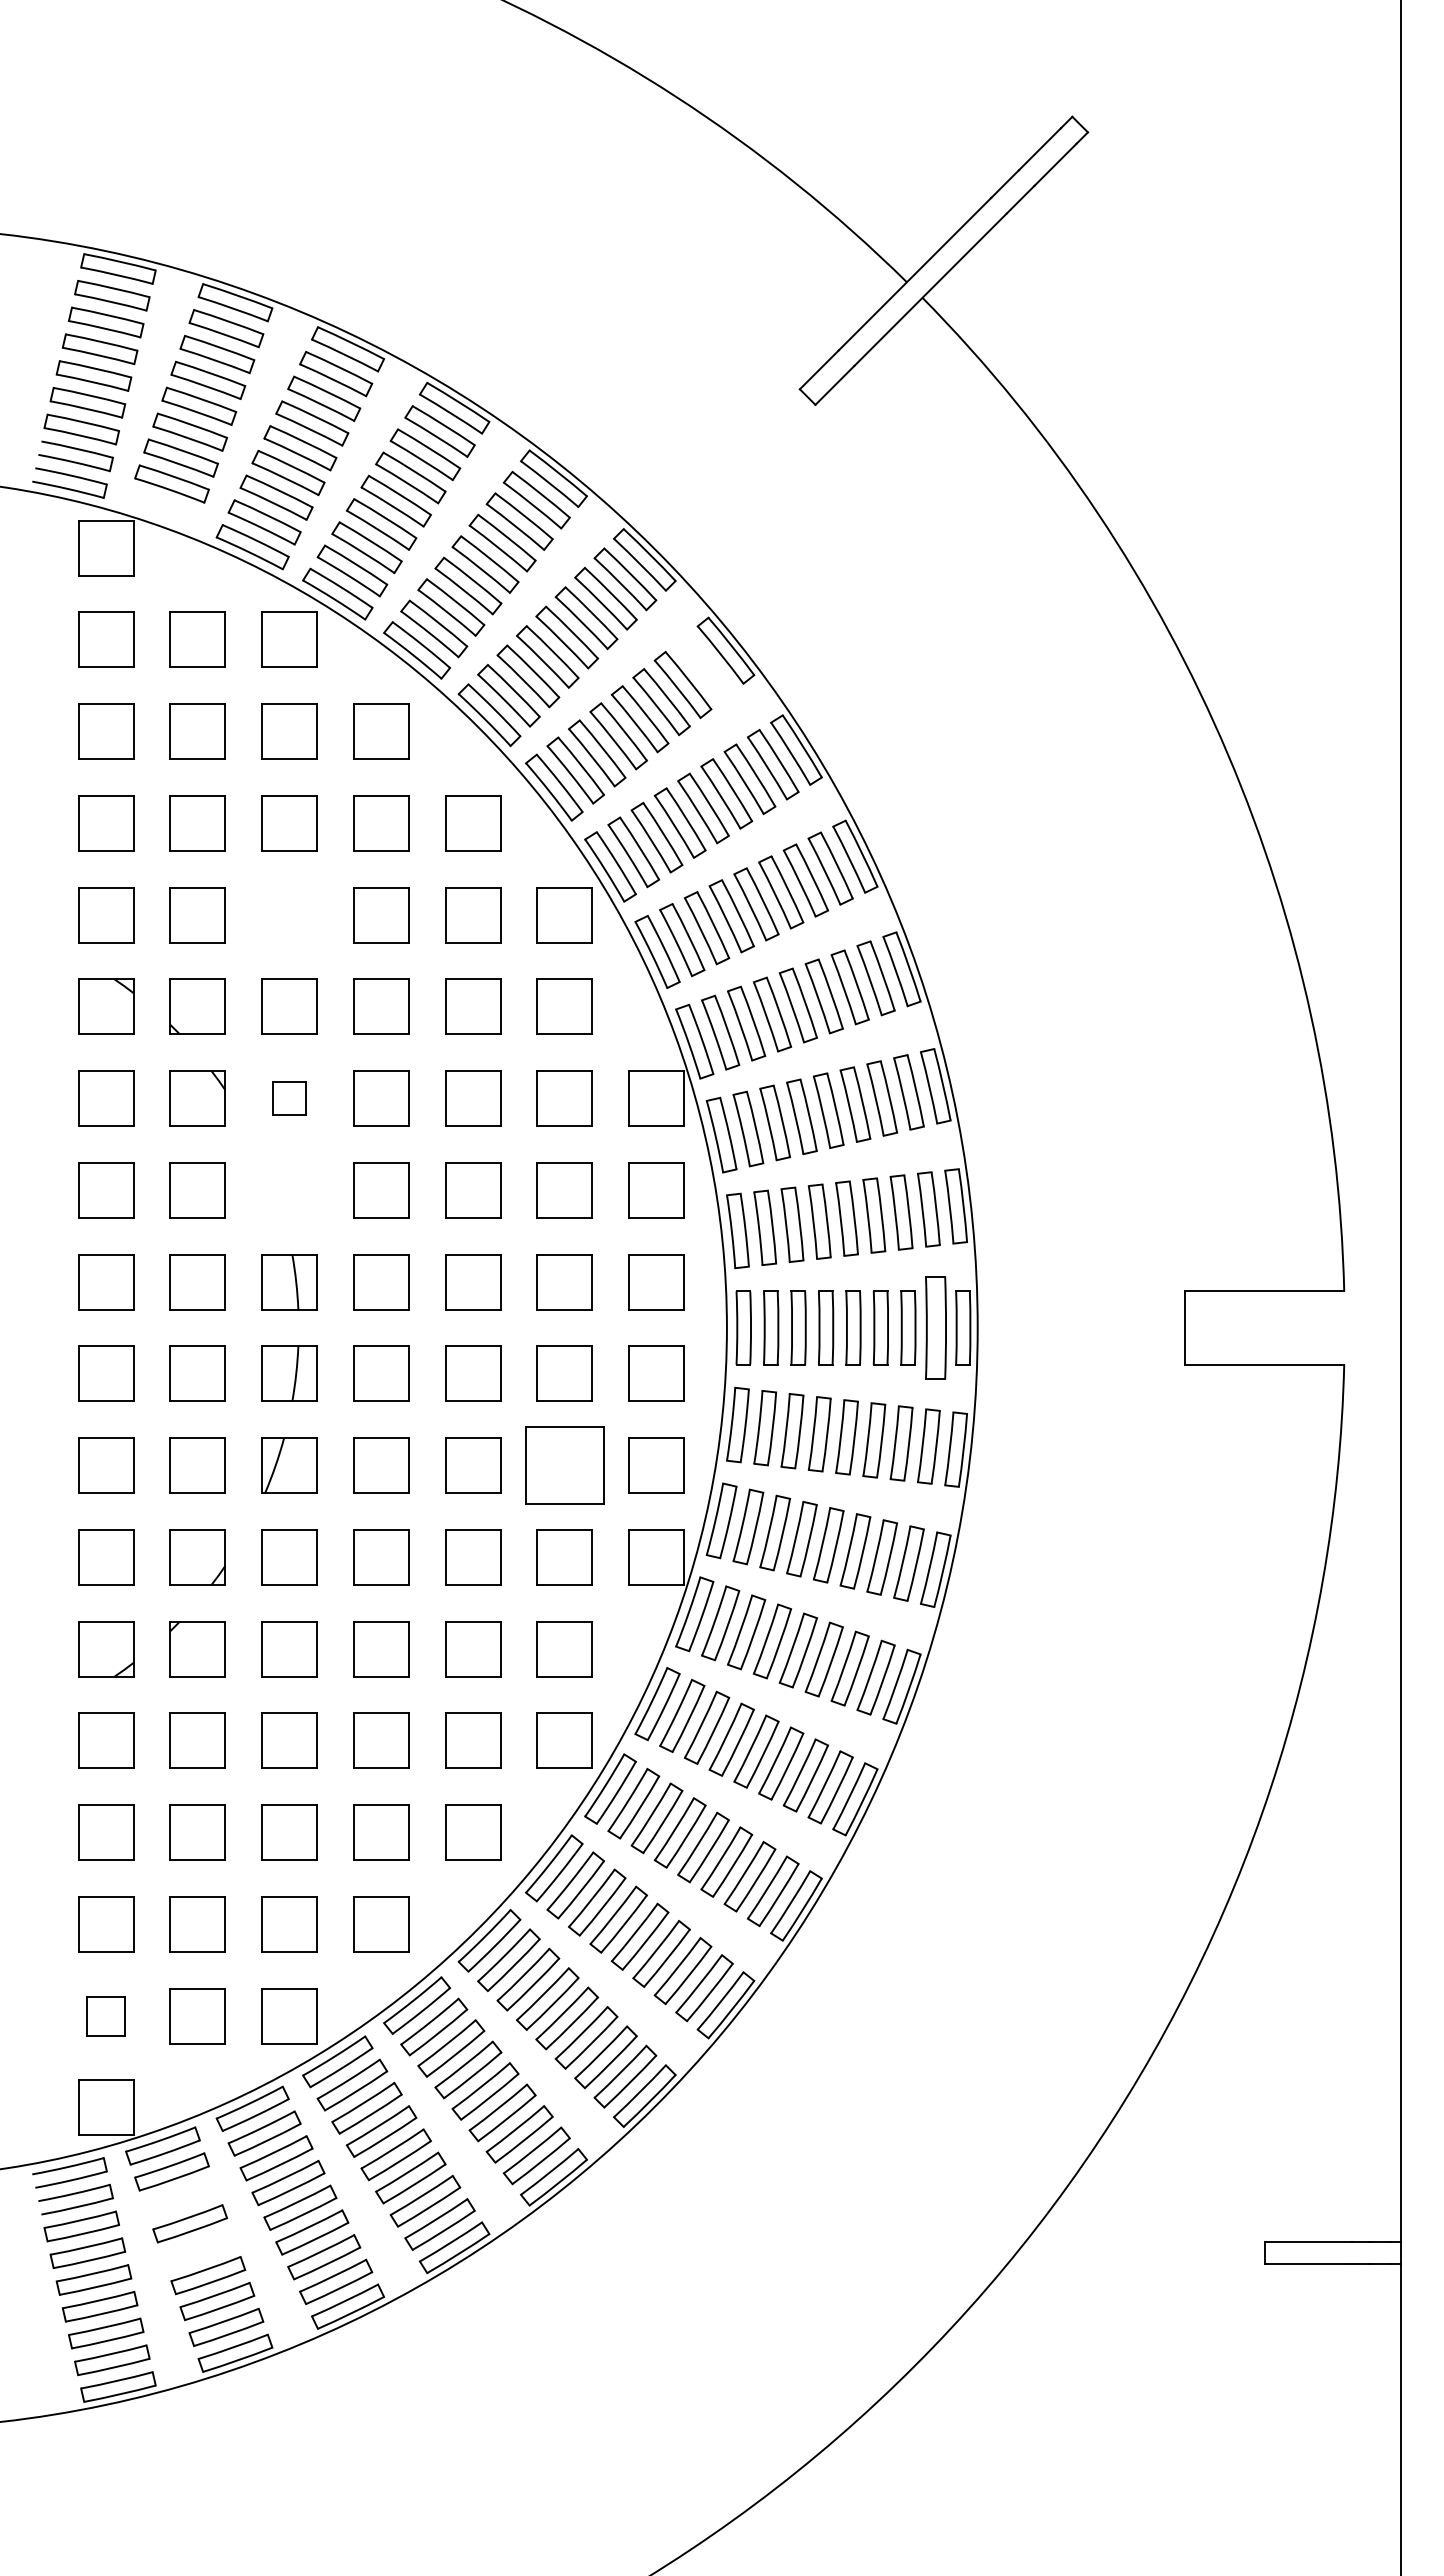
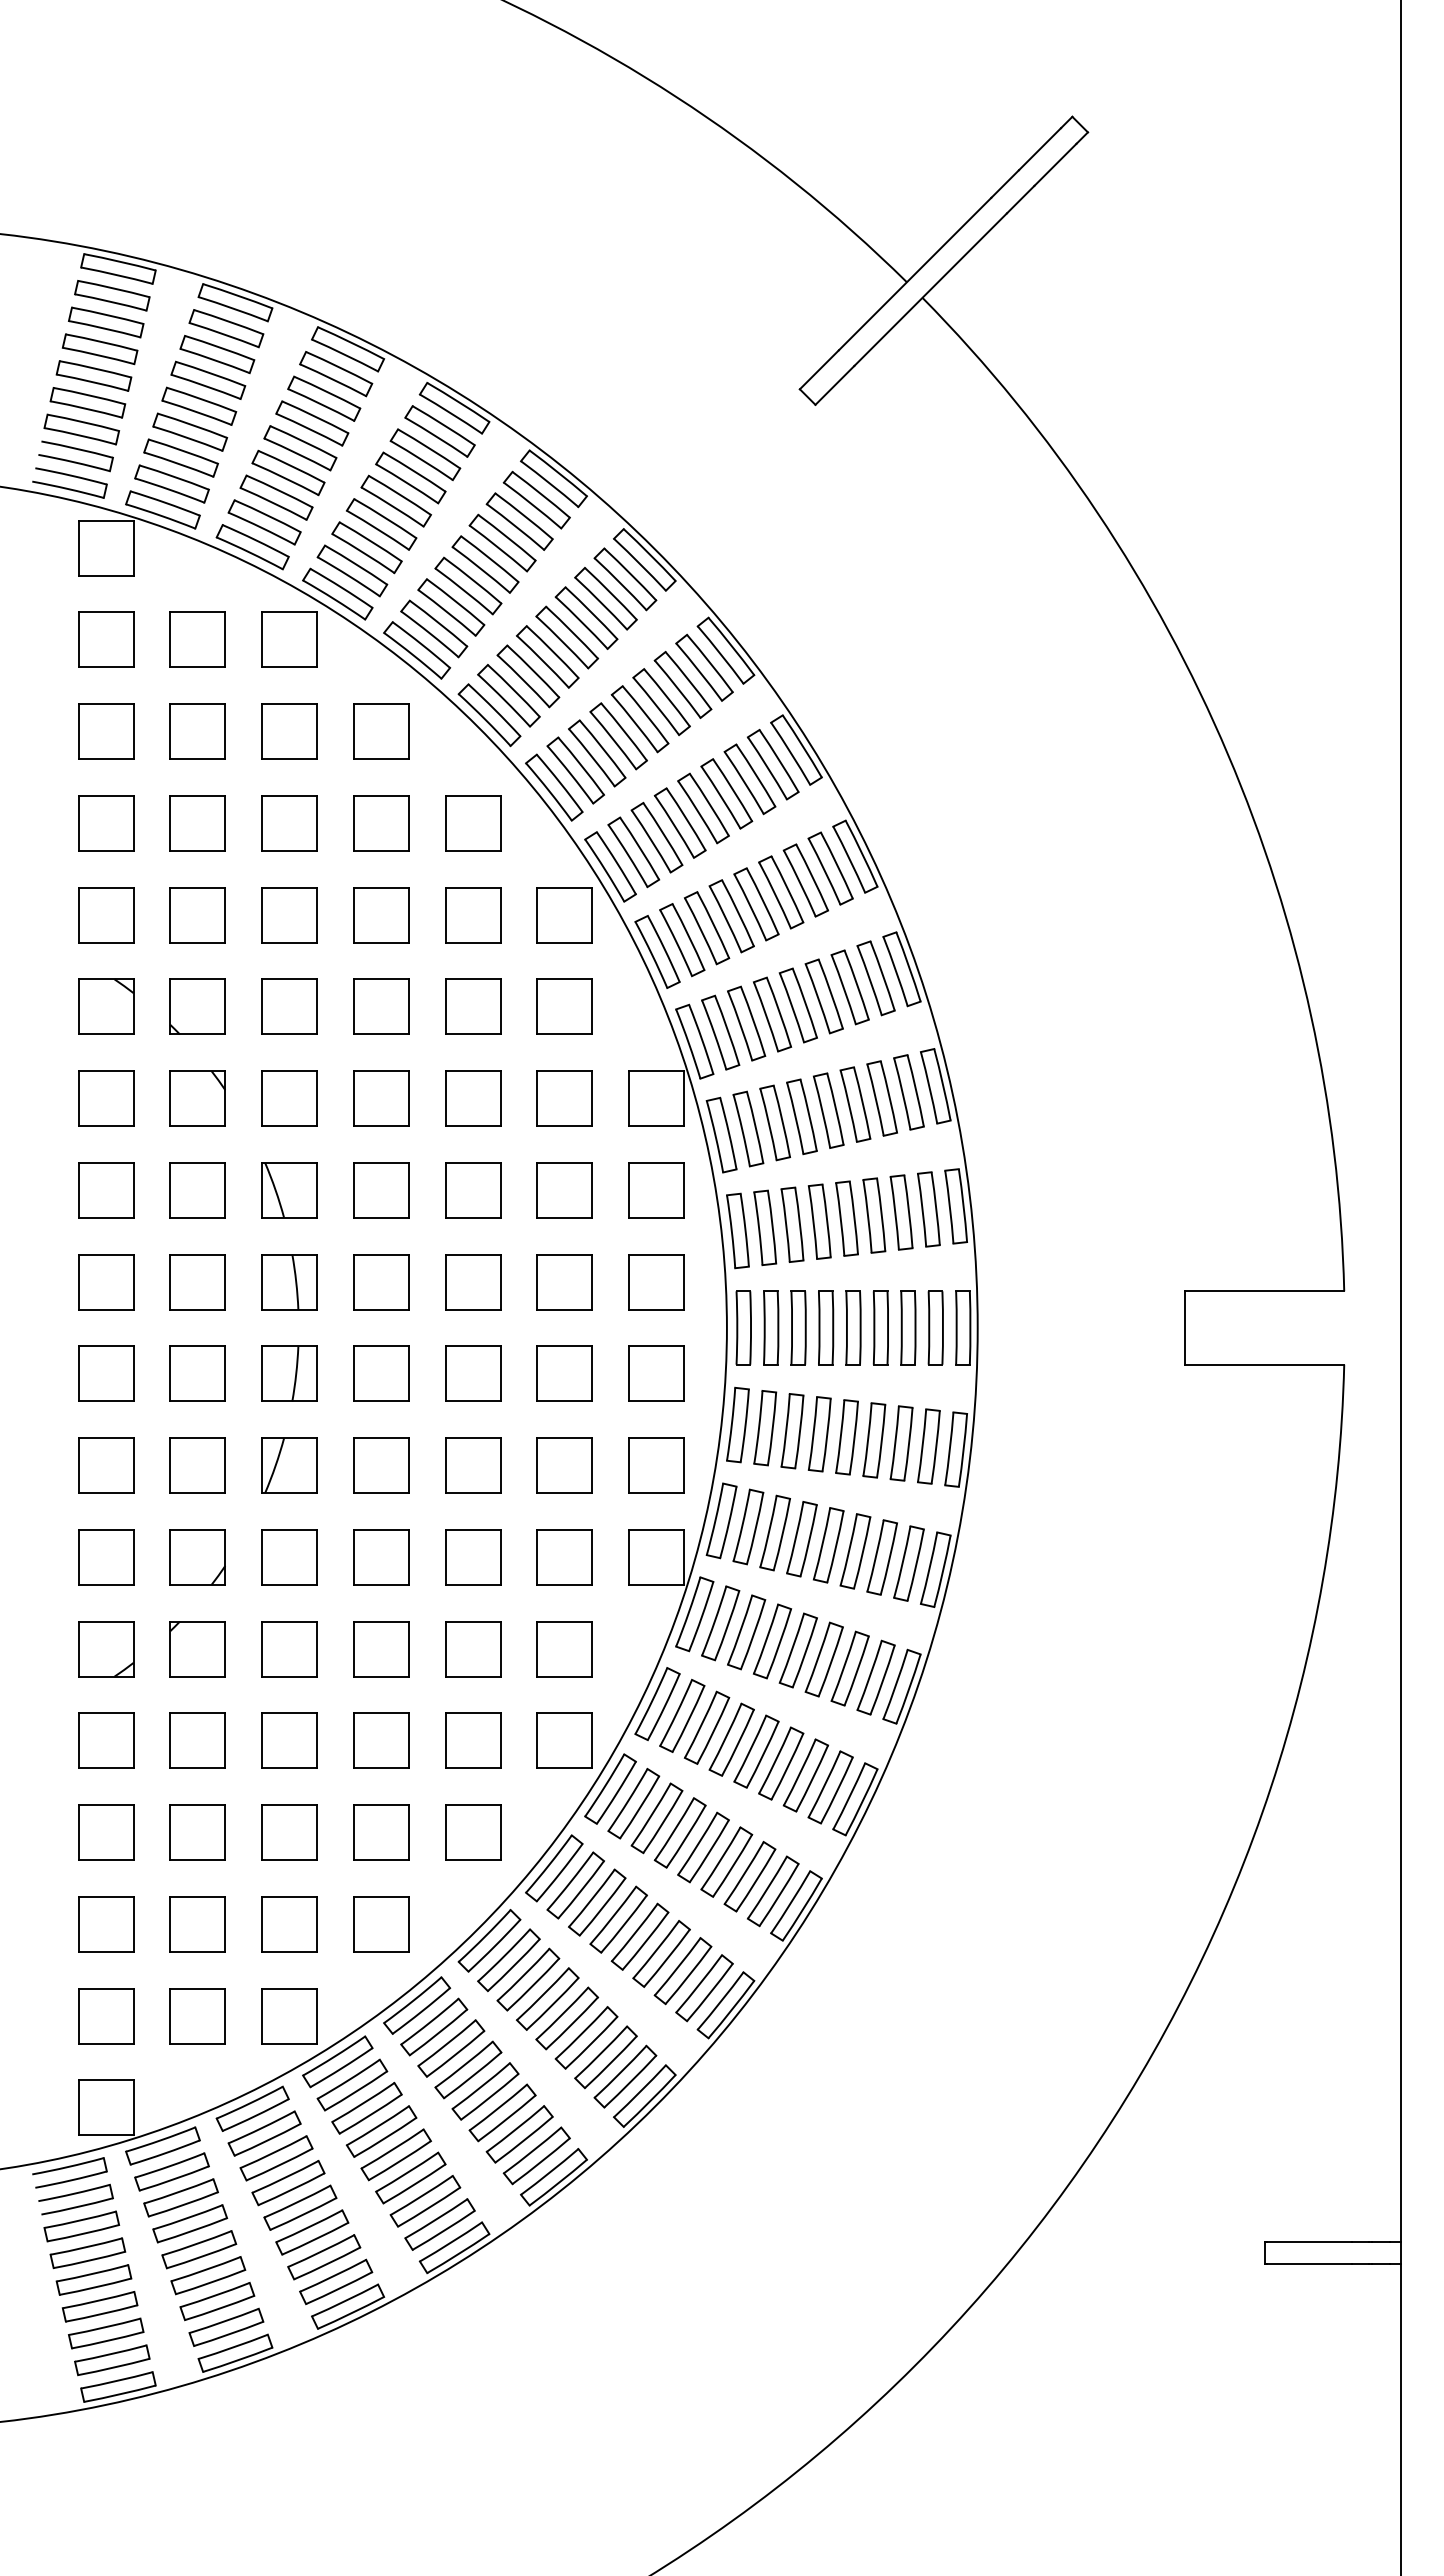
part at (162, 509): none -> present
part at (704, 667): none -> present
part at (289, 915): none -> present
part at (289, 1098) size: 35x35 px -> 57x57 px
part at (289, 1190): none -> present
part at (935, 1327) size: 22x104 px -> 17x76 px
part at (564, 1465) size: 80x79 px -> 57x57 px
part at (105, 2016) size: 40x41 px -> 57x57 px
part at (180, 2197): none -> present
part at (199, 2249): none -> present
